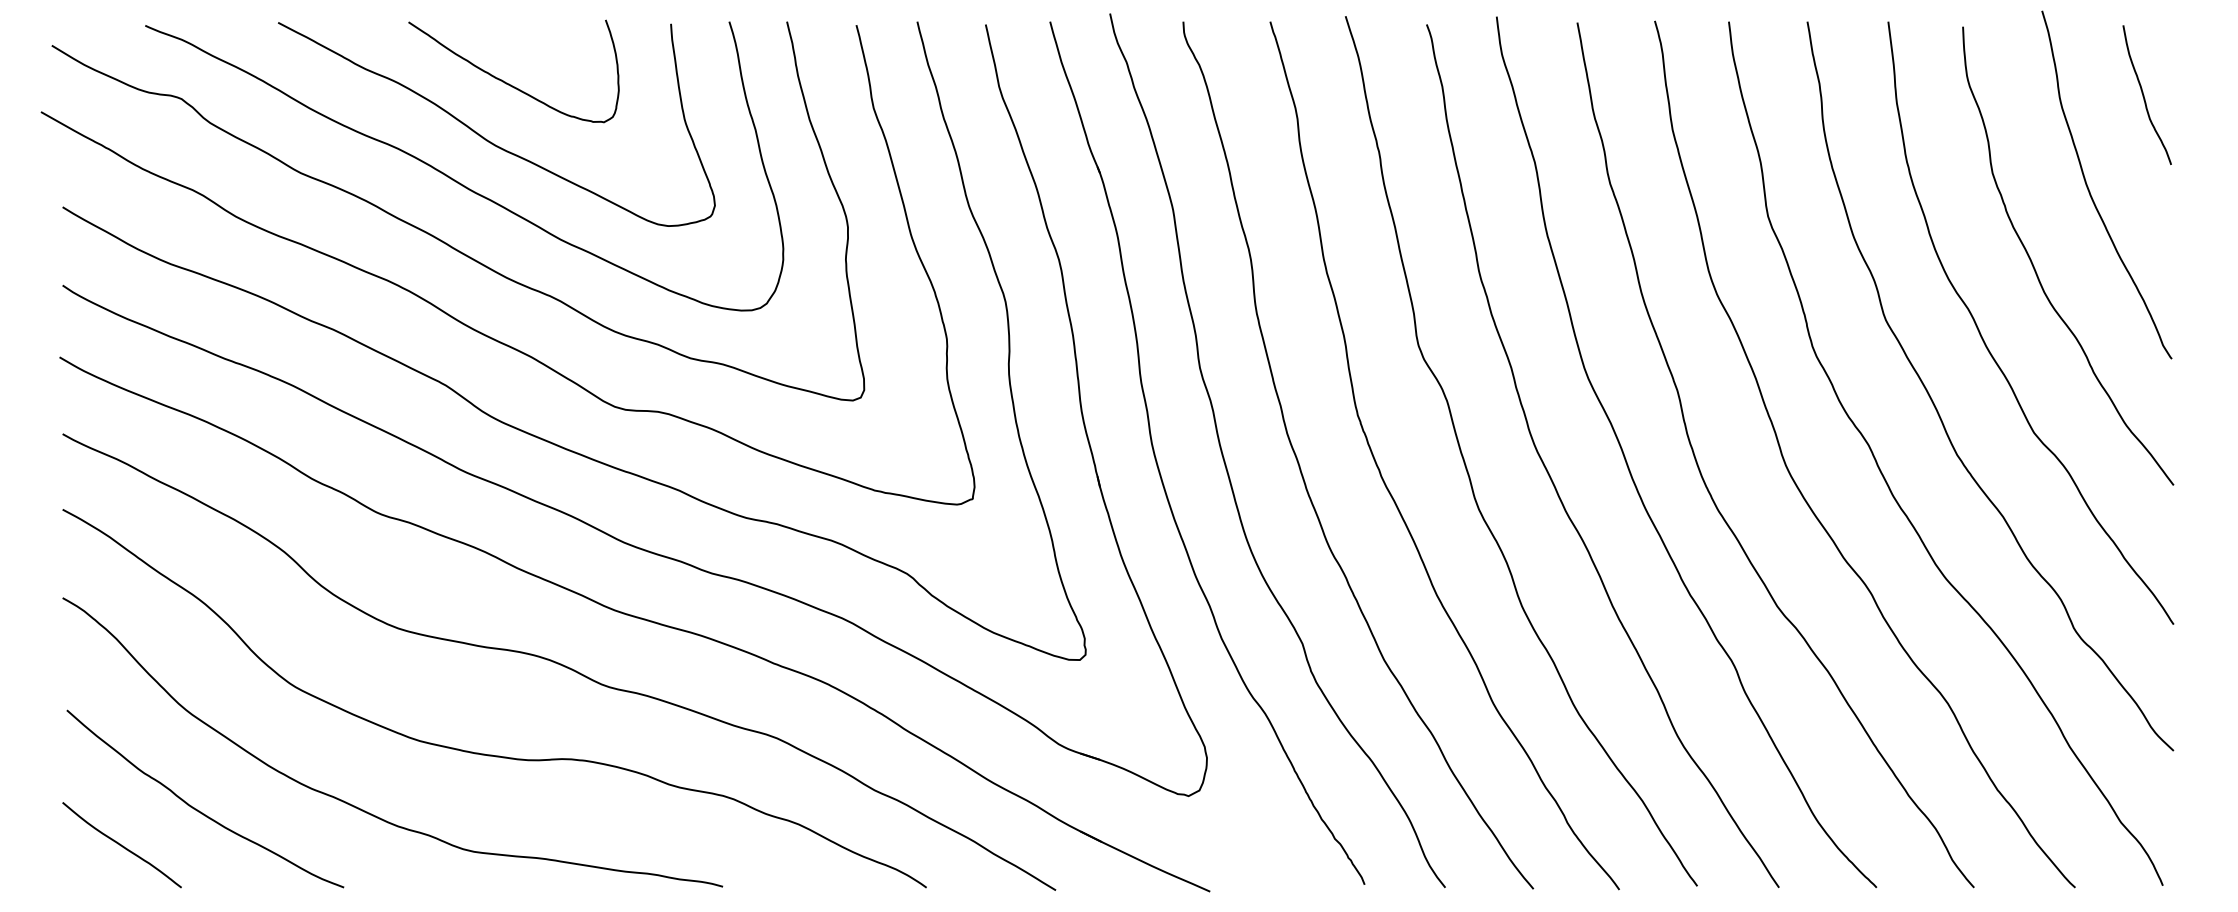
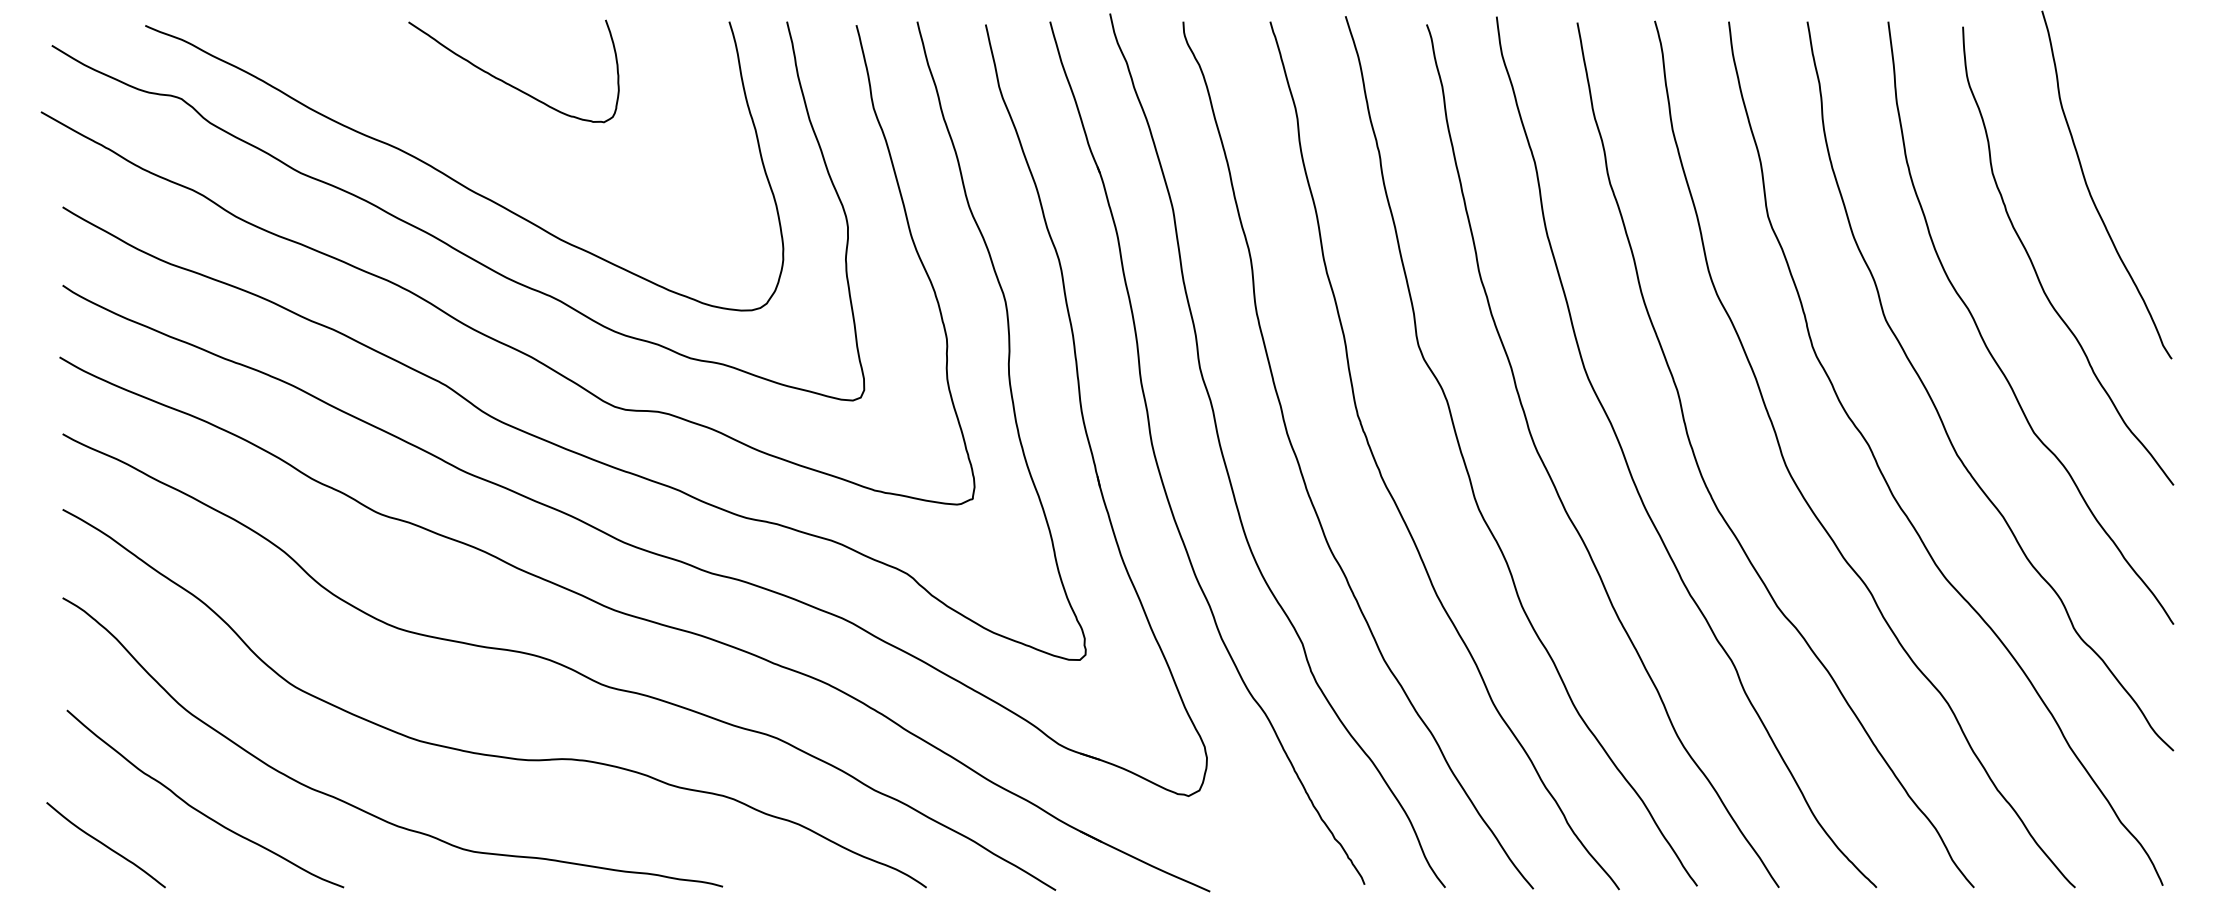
curve at (2144, 95): present -> none
curve at (486, 138): present -> none
curve at (121, 845) position: (121, 845) -> (105, 845)
